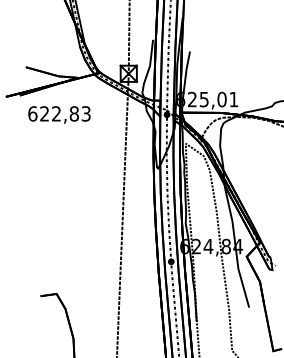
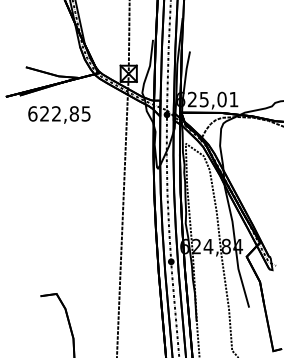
text at (86, 113): 622,83 -> 622,85
